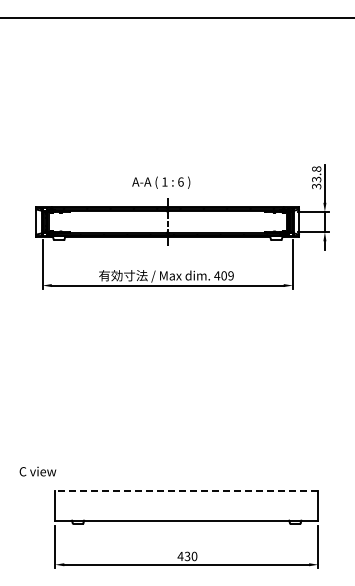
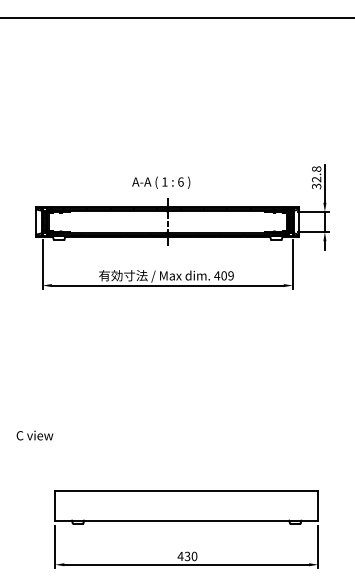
text at (317, 179): 33.8 -> 32.8
text at (37, 471) position: (37, 471) -> (34, 435)
line at (186, 490): dashed -> solid
